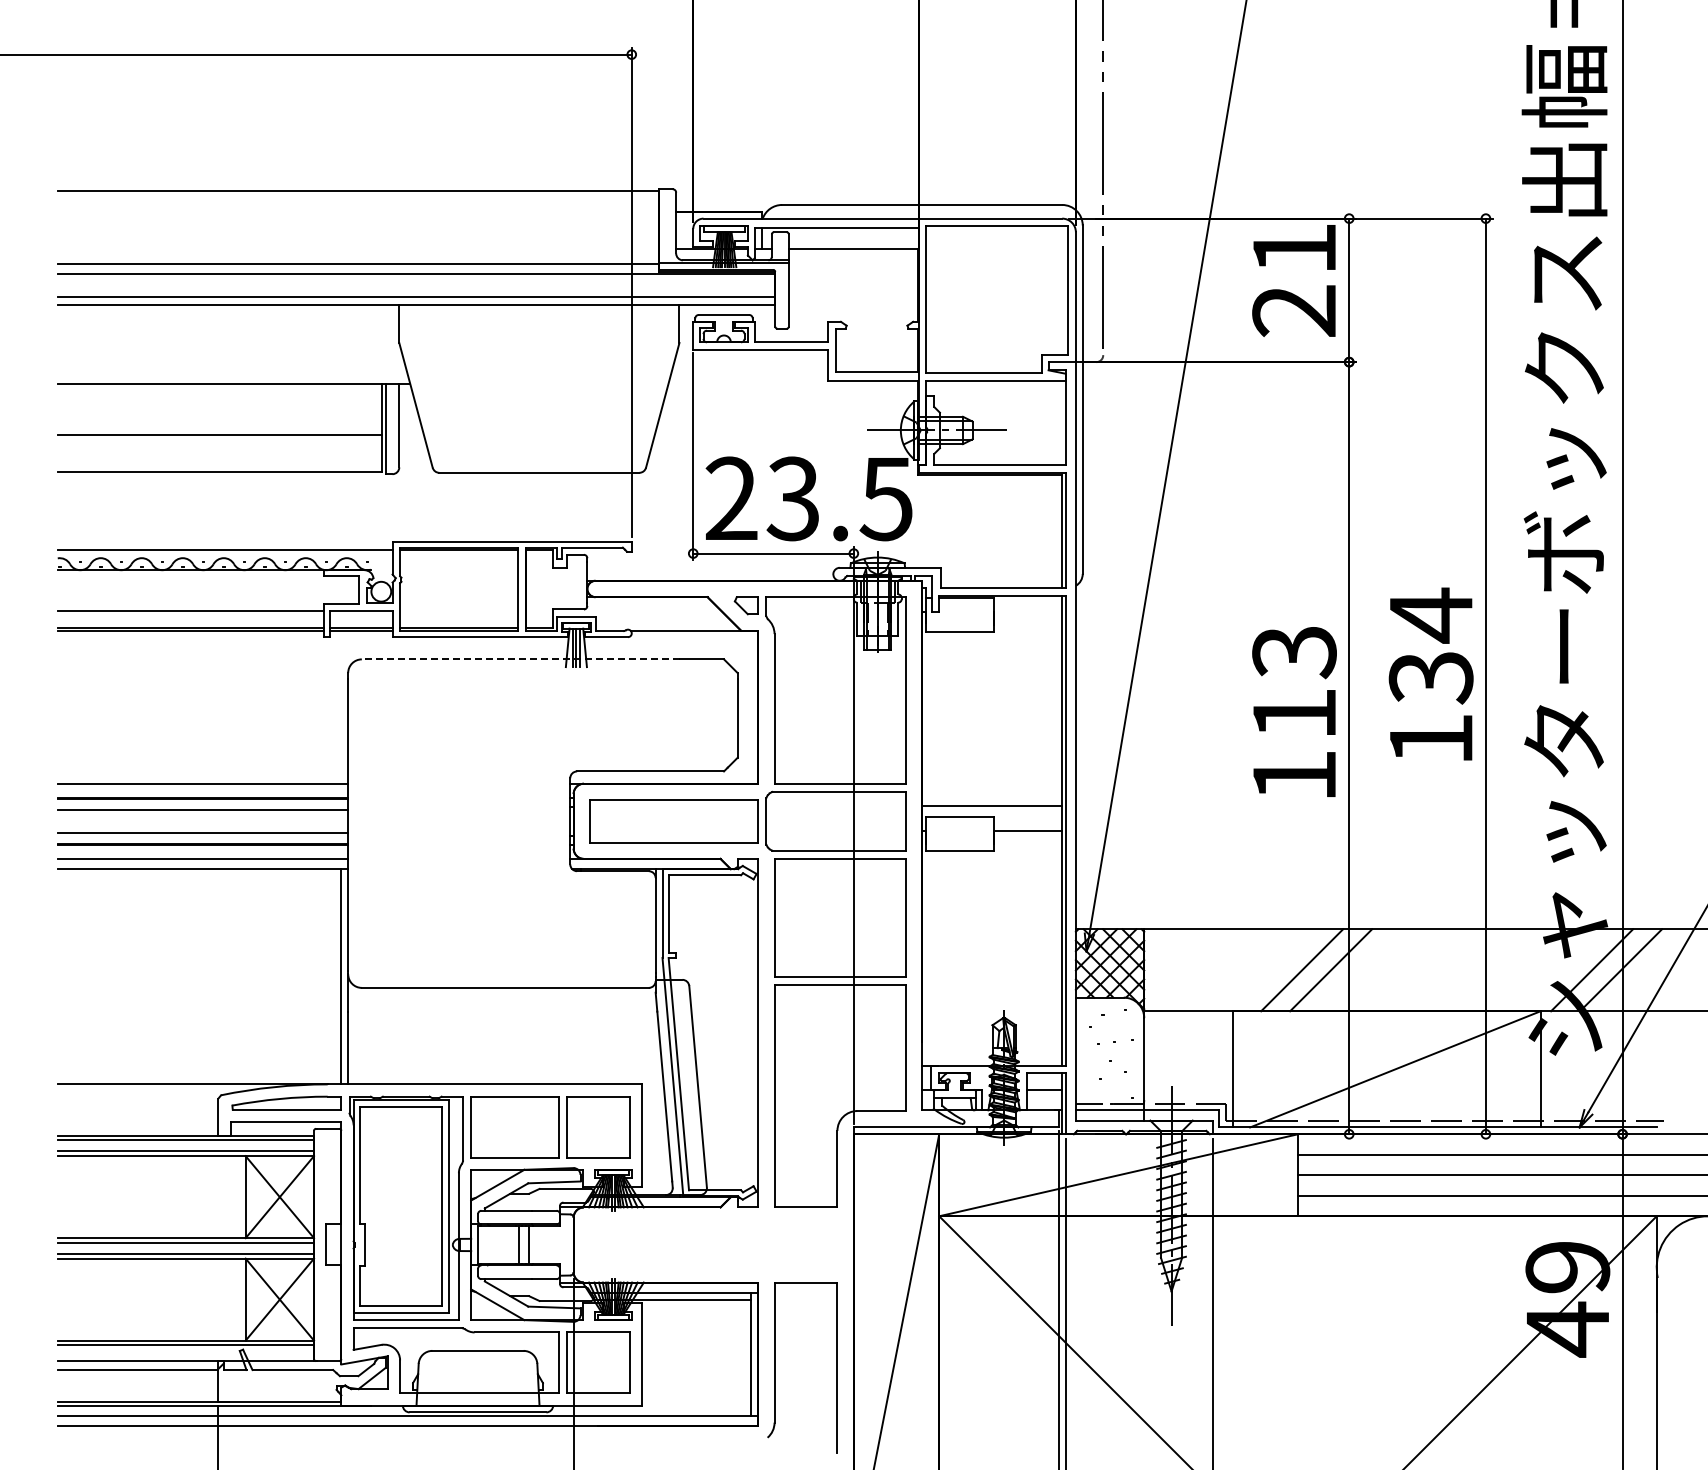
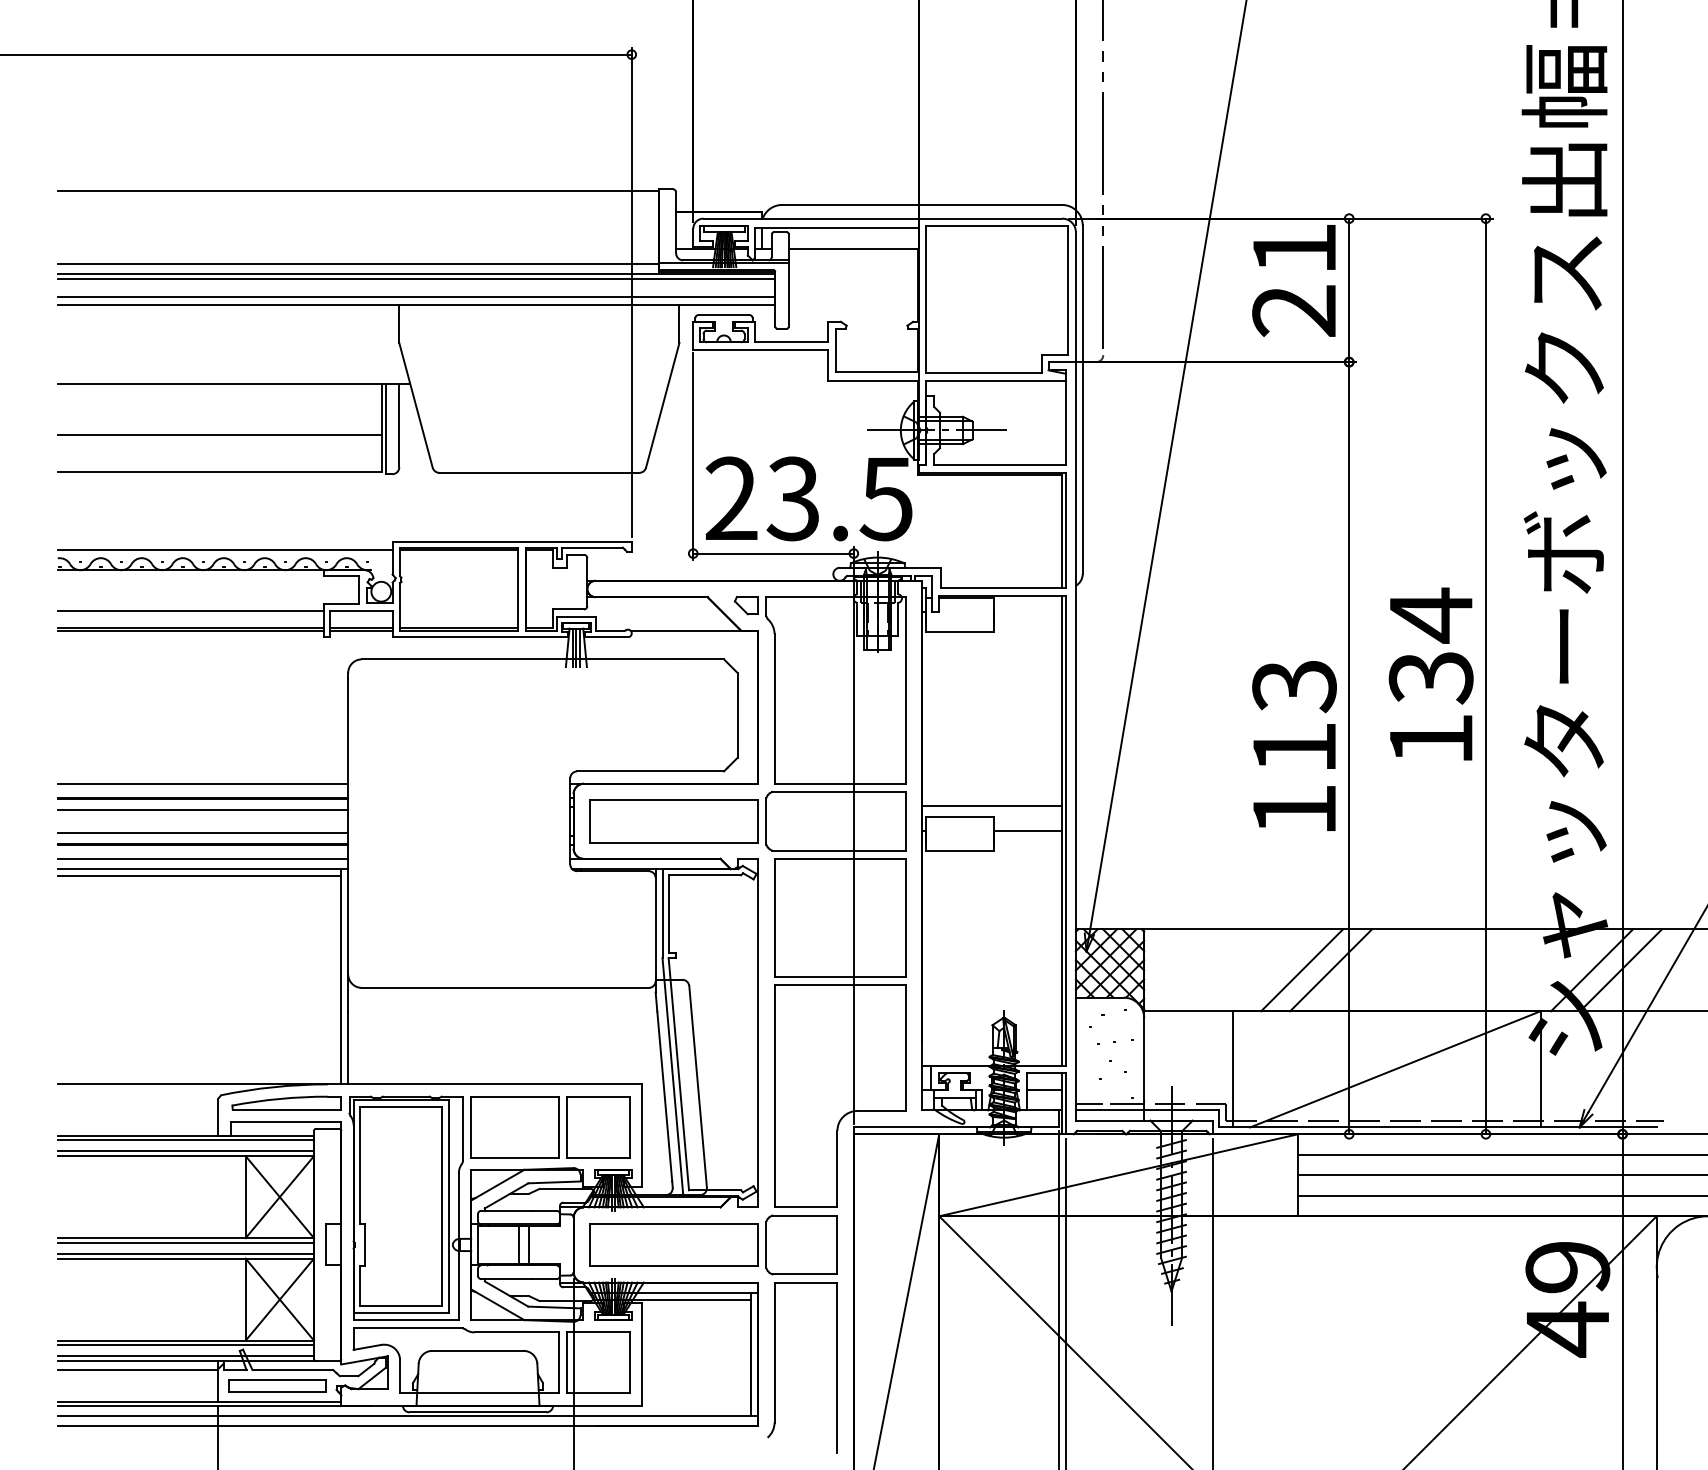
line at (416, 278): none -> present
line at (520, 659): dashed -> solid
text at (1294, 711) position: (1294, 711) -> (1294, 745)
line at (199, 875): none -> present
part at (713, 1244): none -> present
line at (185, 1356): none -> present
part at (277, 1385): none -> present
